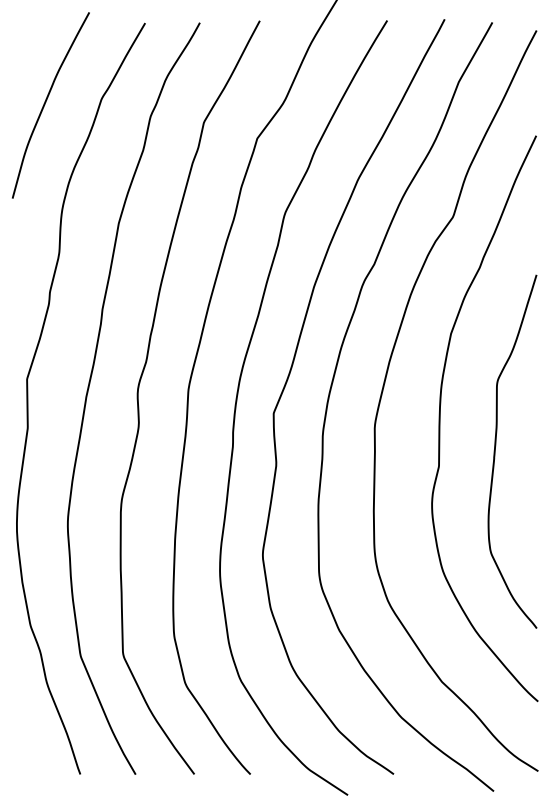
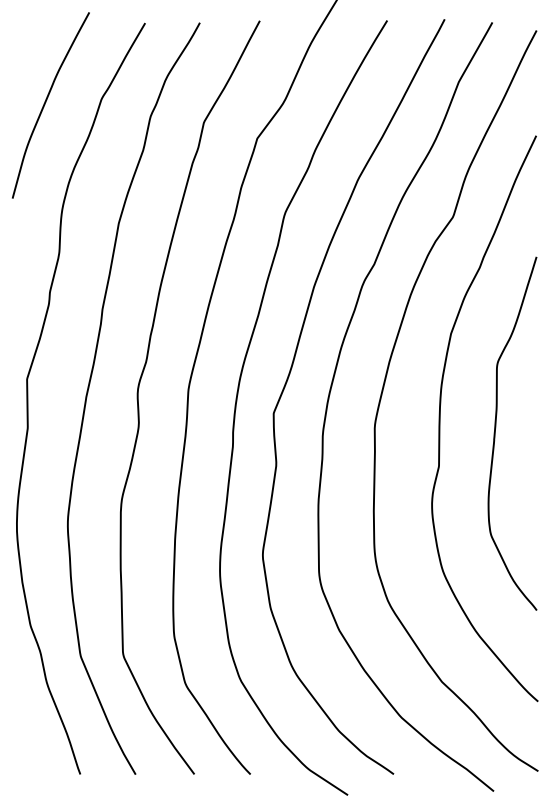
curve at (495, 451) position: (495, 451) -> (495, 433)
